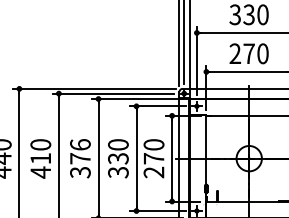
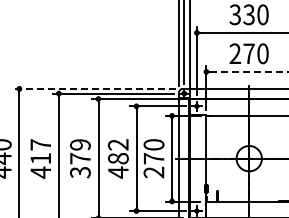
line at (249, 71): solid -> dashed
line at (94, 88): solid -> dashed
text at (40, 144): 410 -> 417
text at (80, 144): 376 -> 379
text at (118, 158): 330 -> 482
